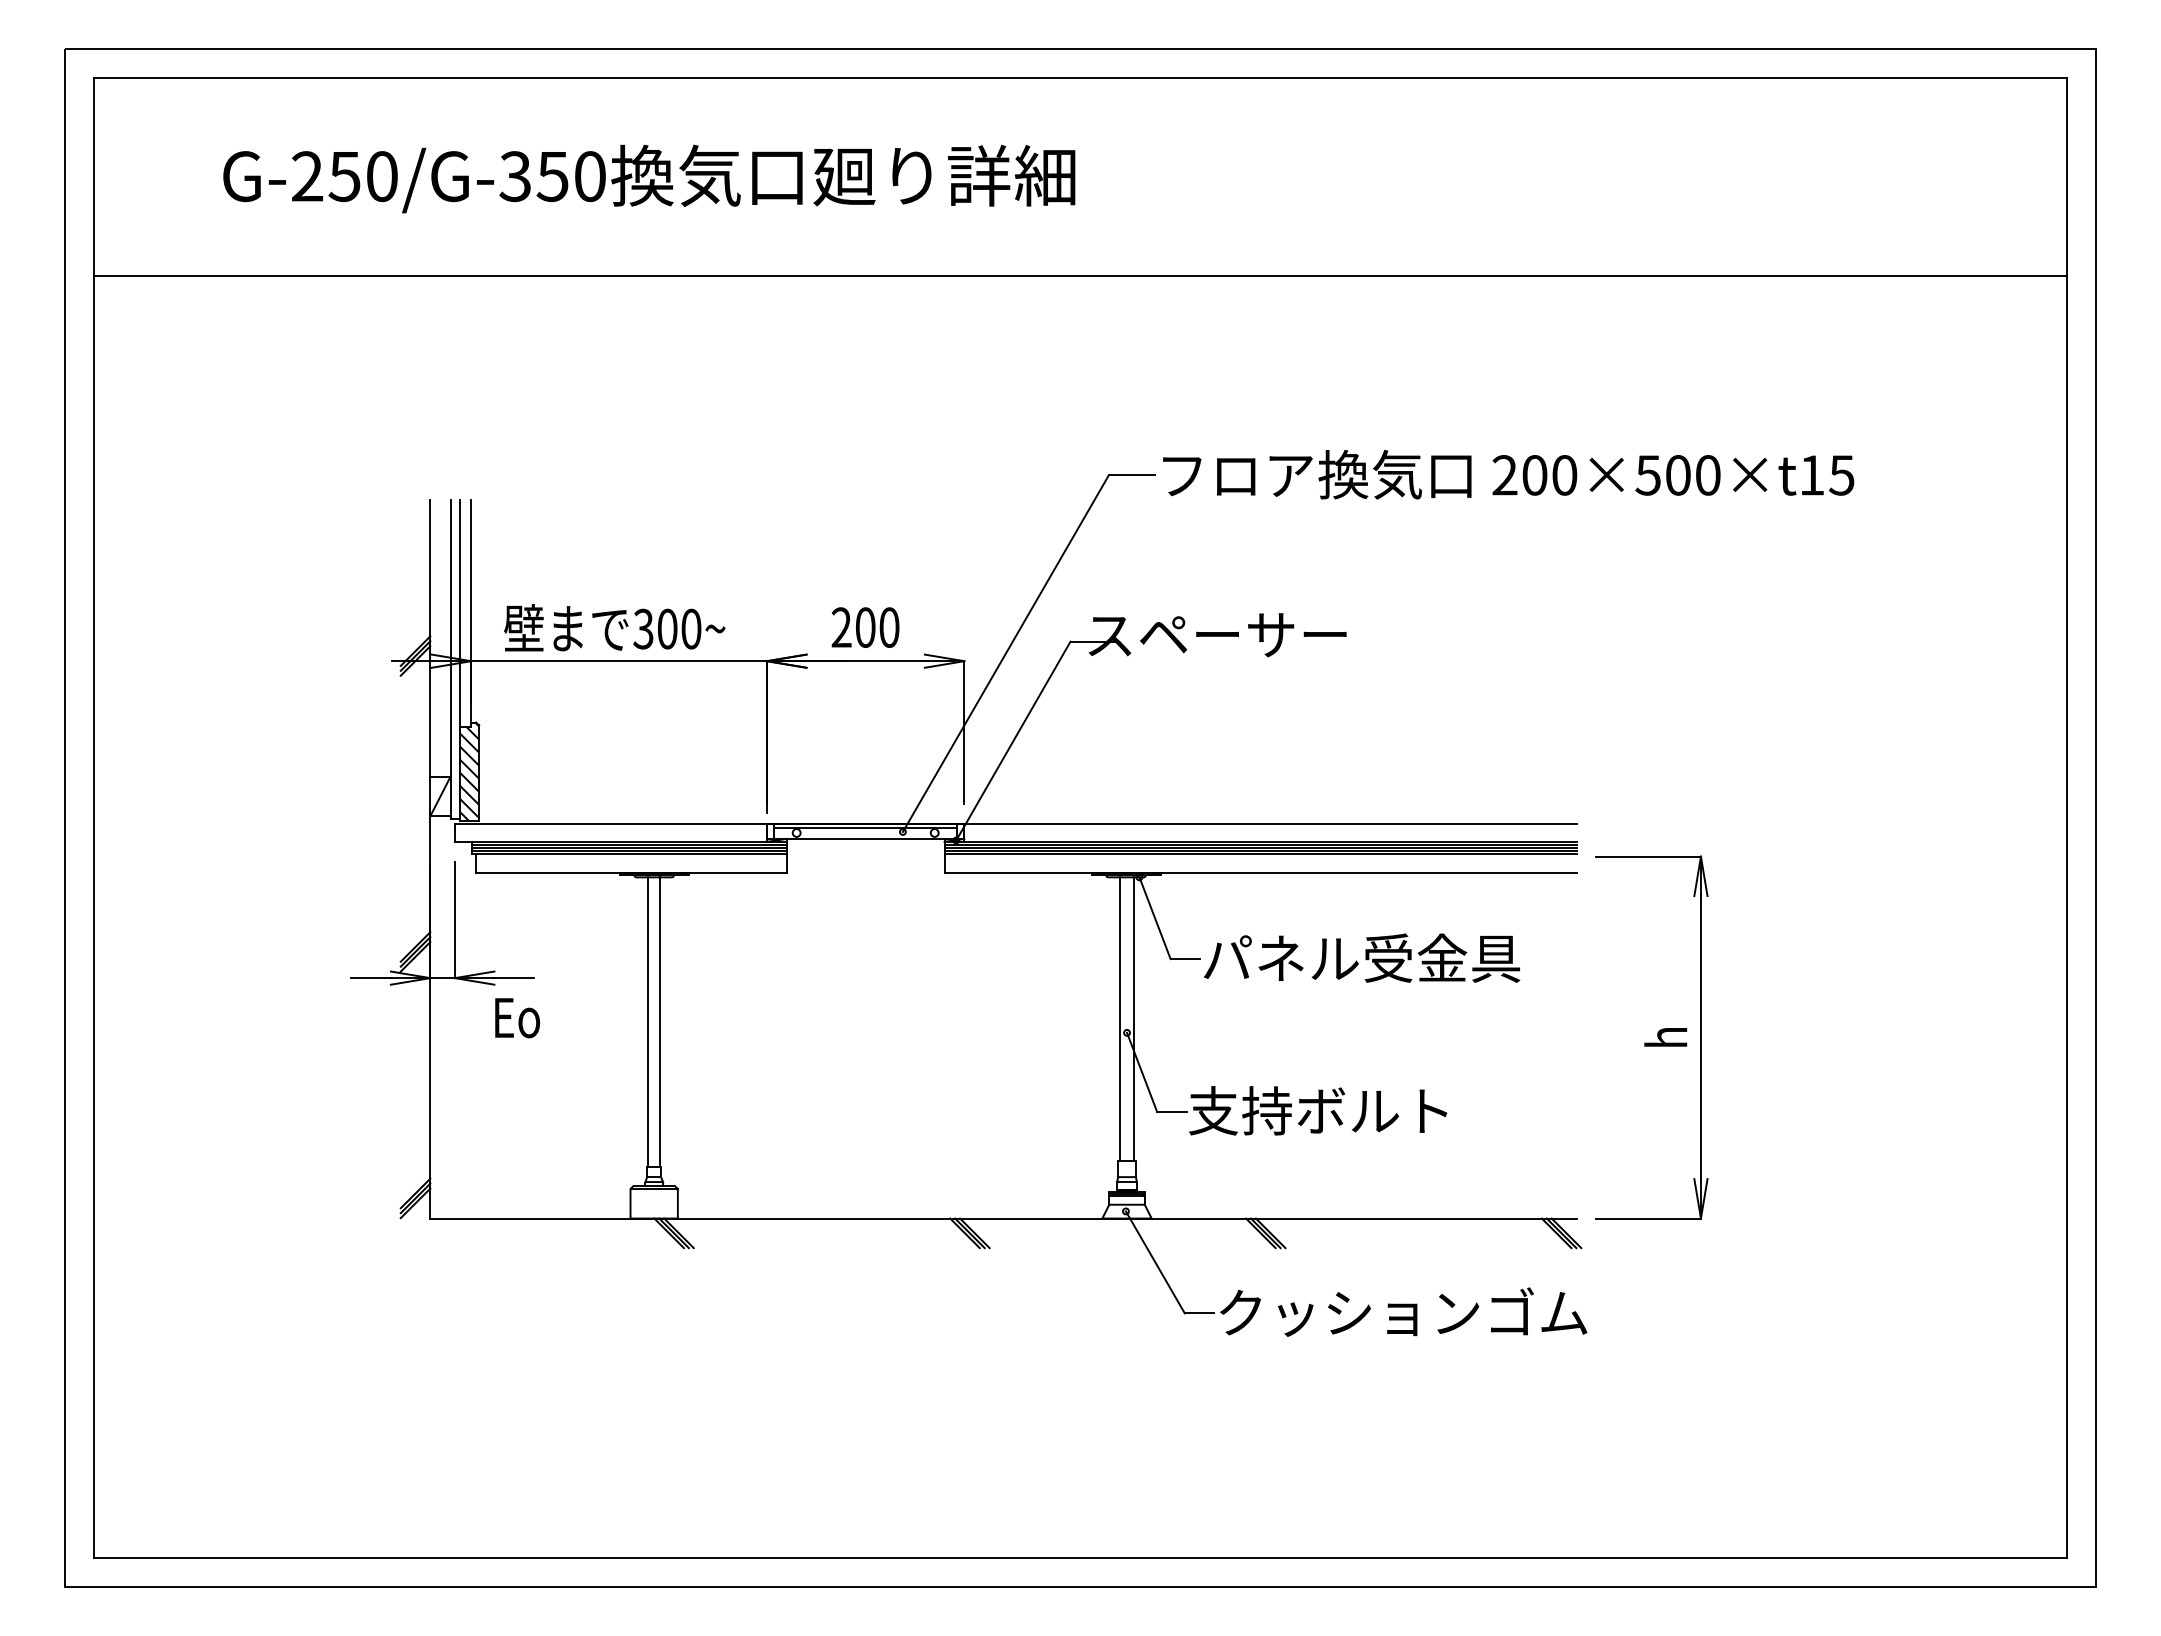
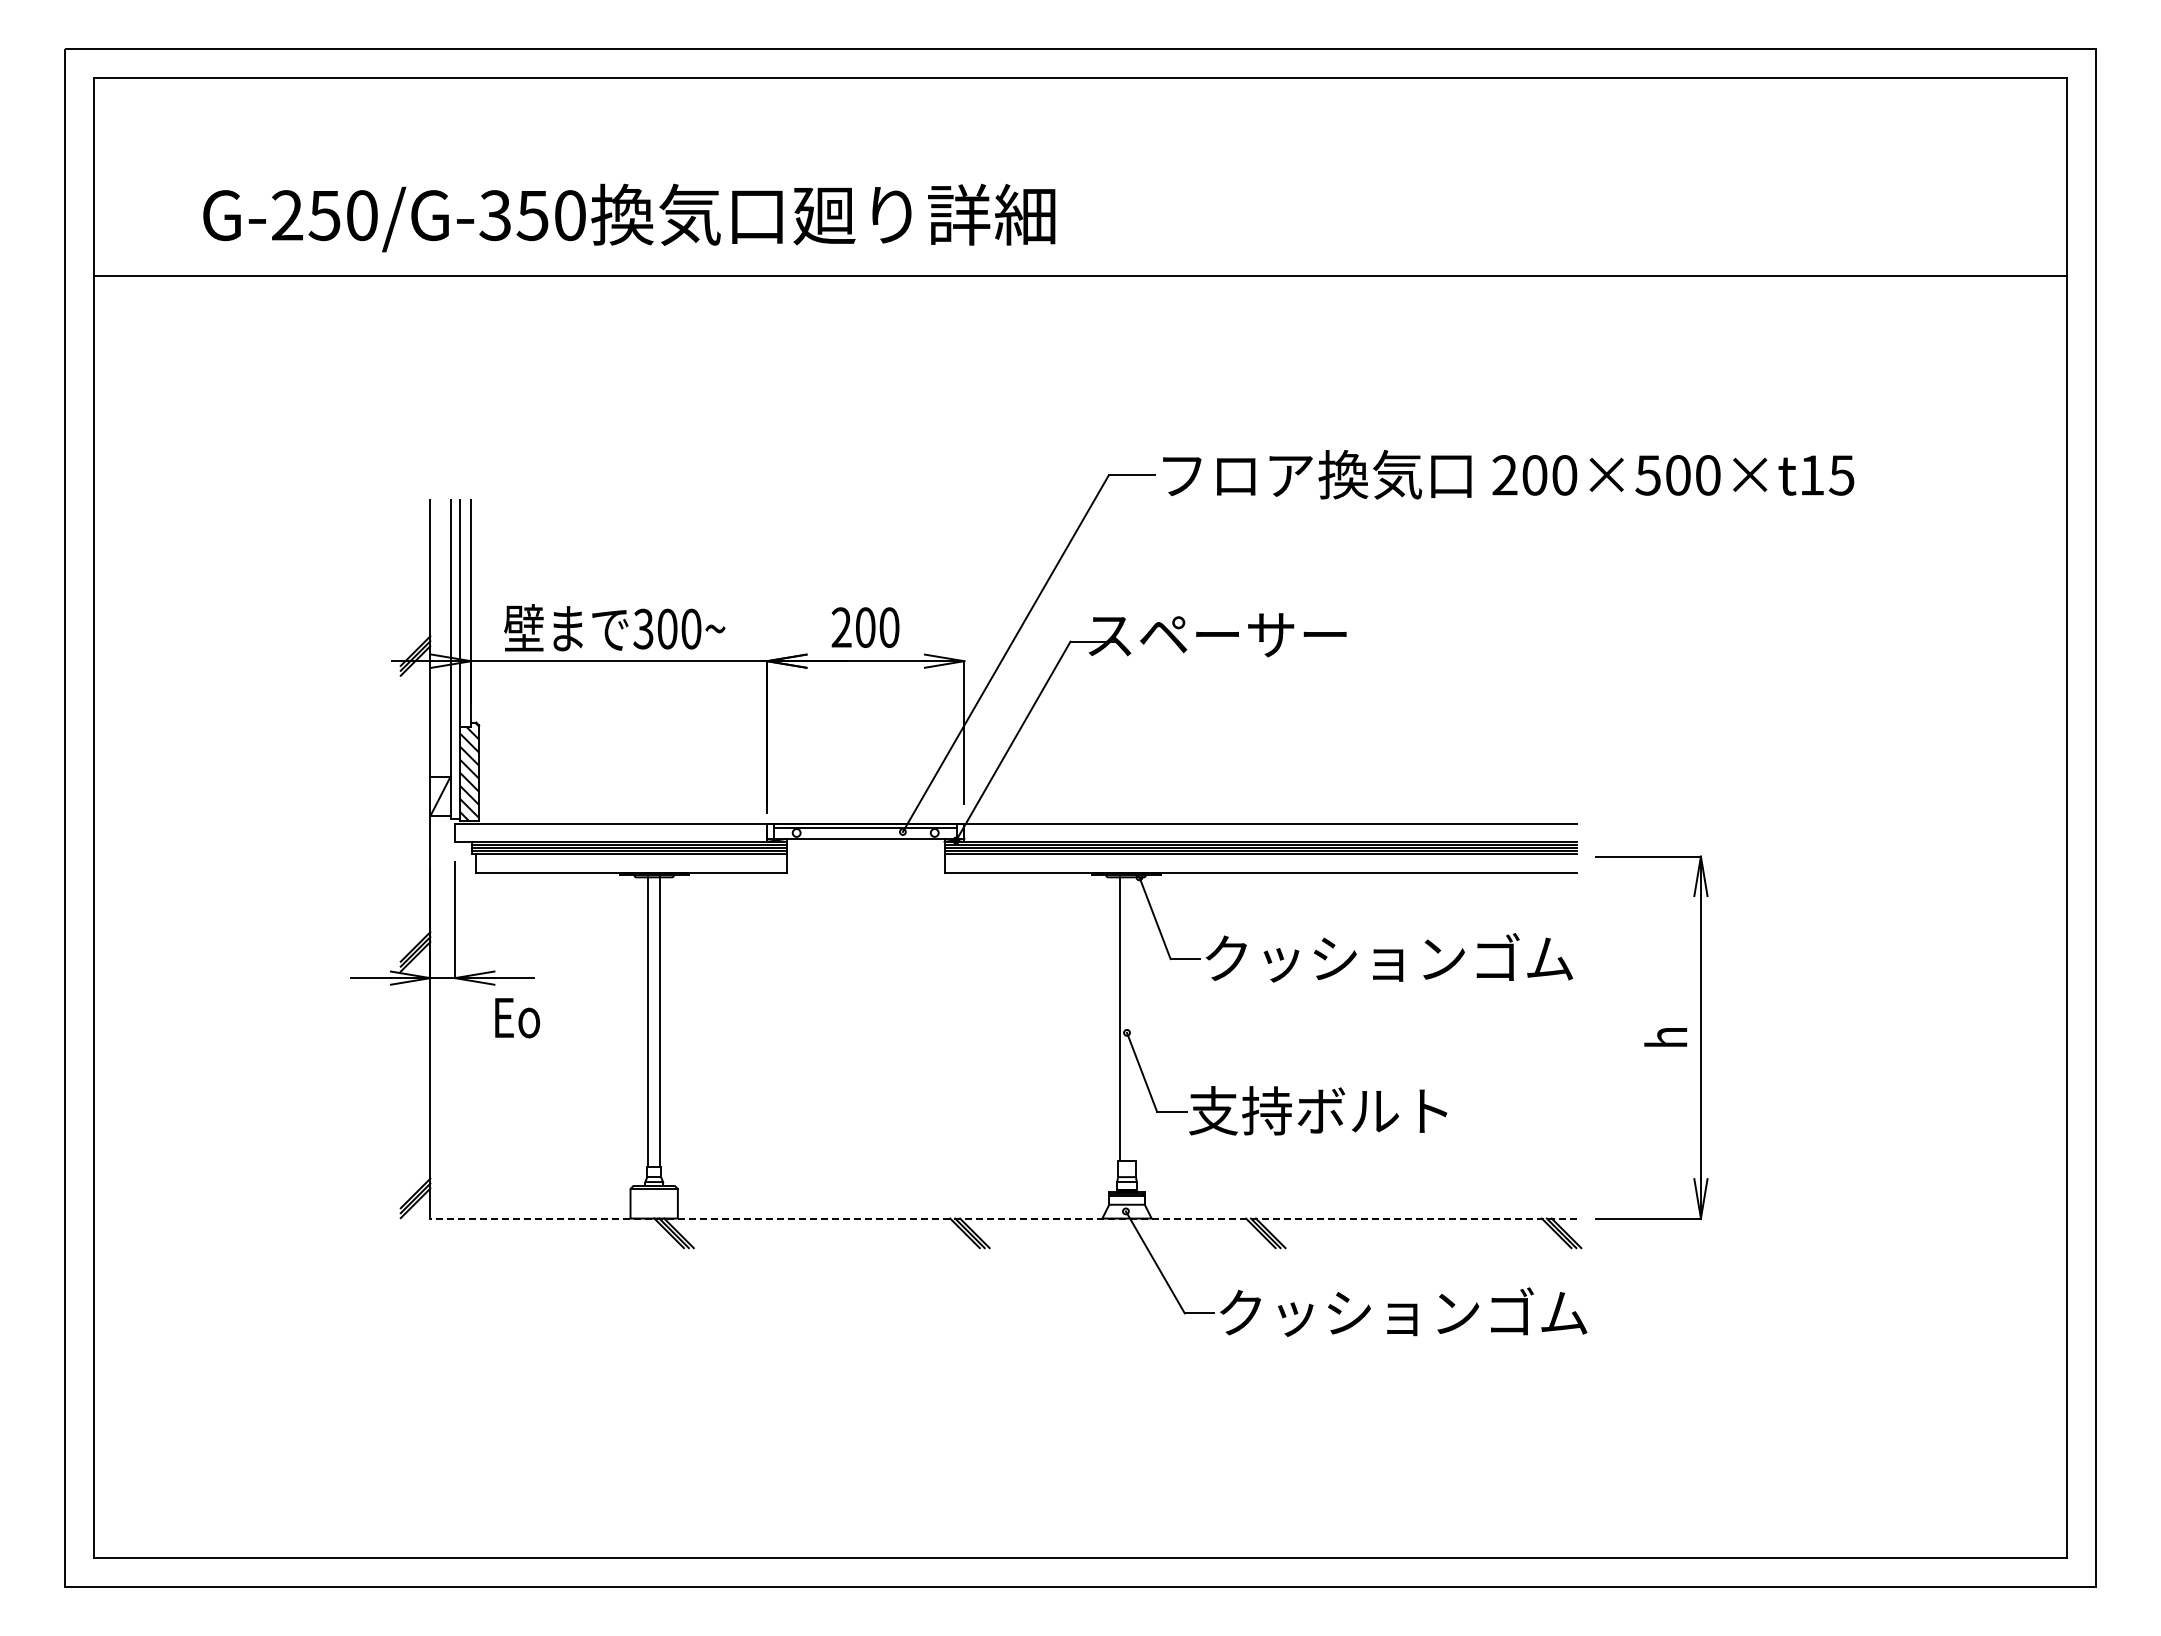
text at (649, 178) position: (649, 178) -> (629, 217)
text at (1388, 957): パネル受金具 -> クッションゴム
line at (1133, 1019): present -> none
line at (1002, 1218): solid -> dashed
